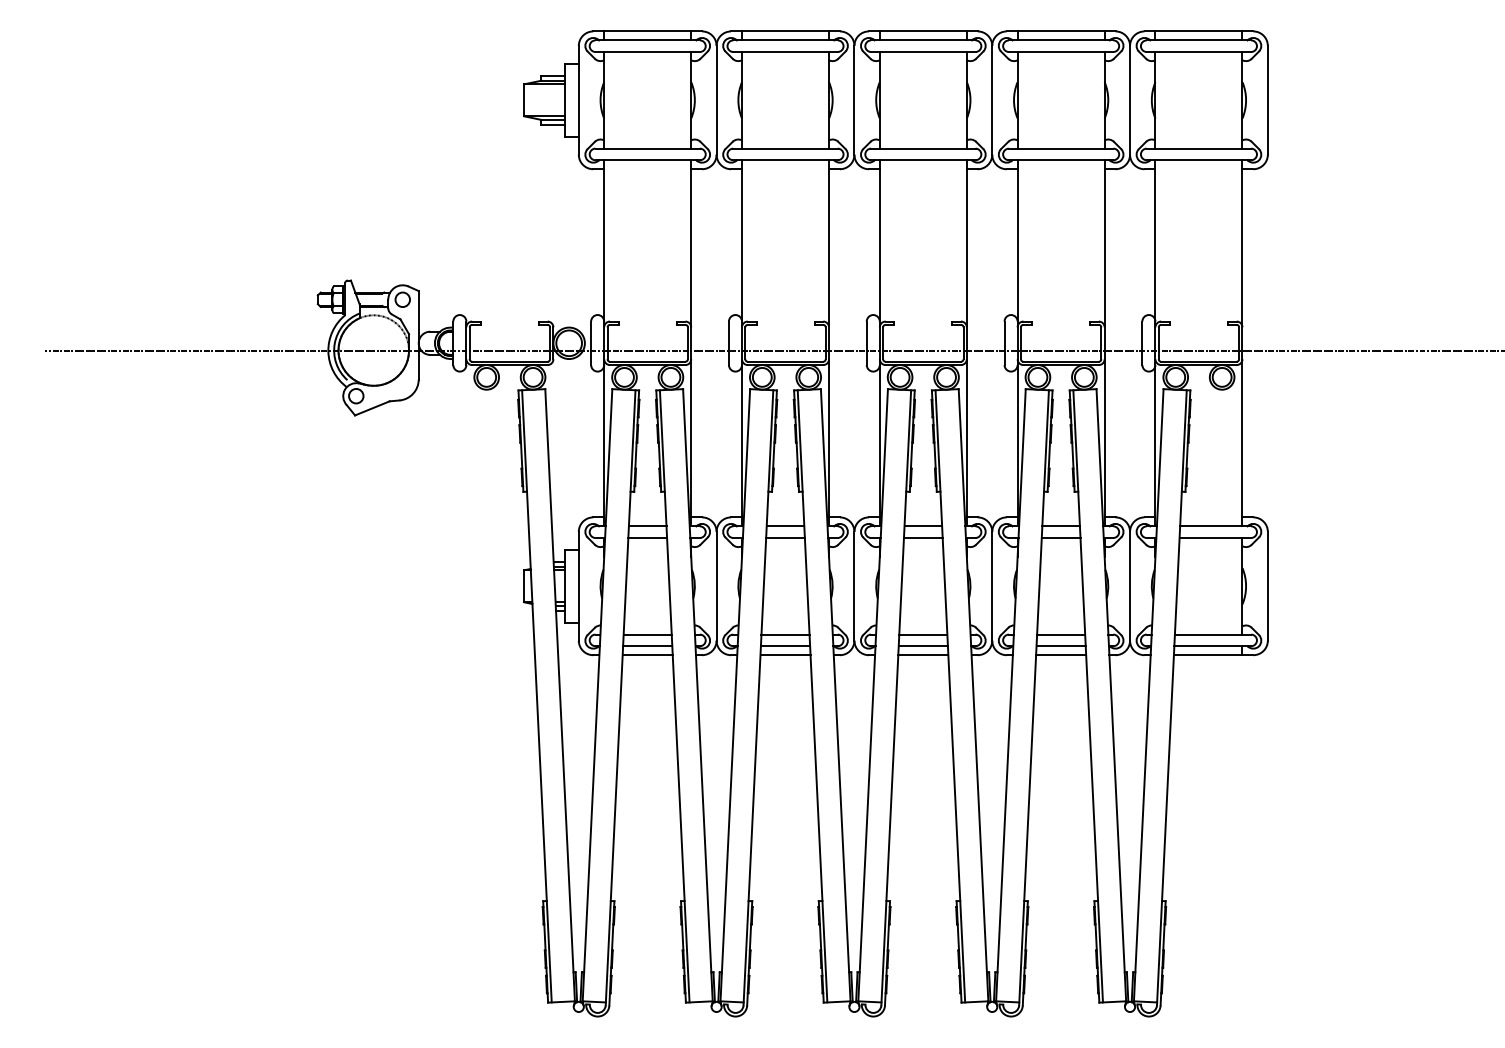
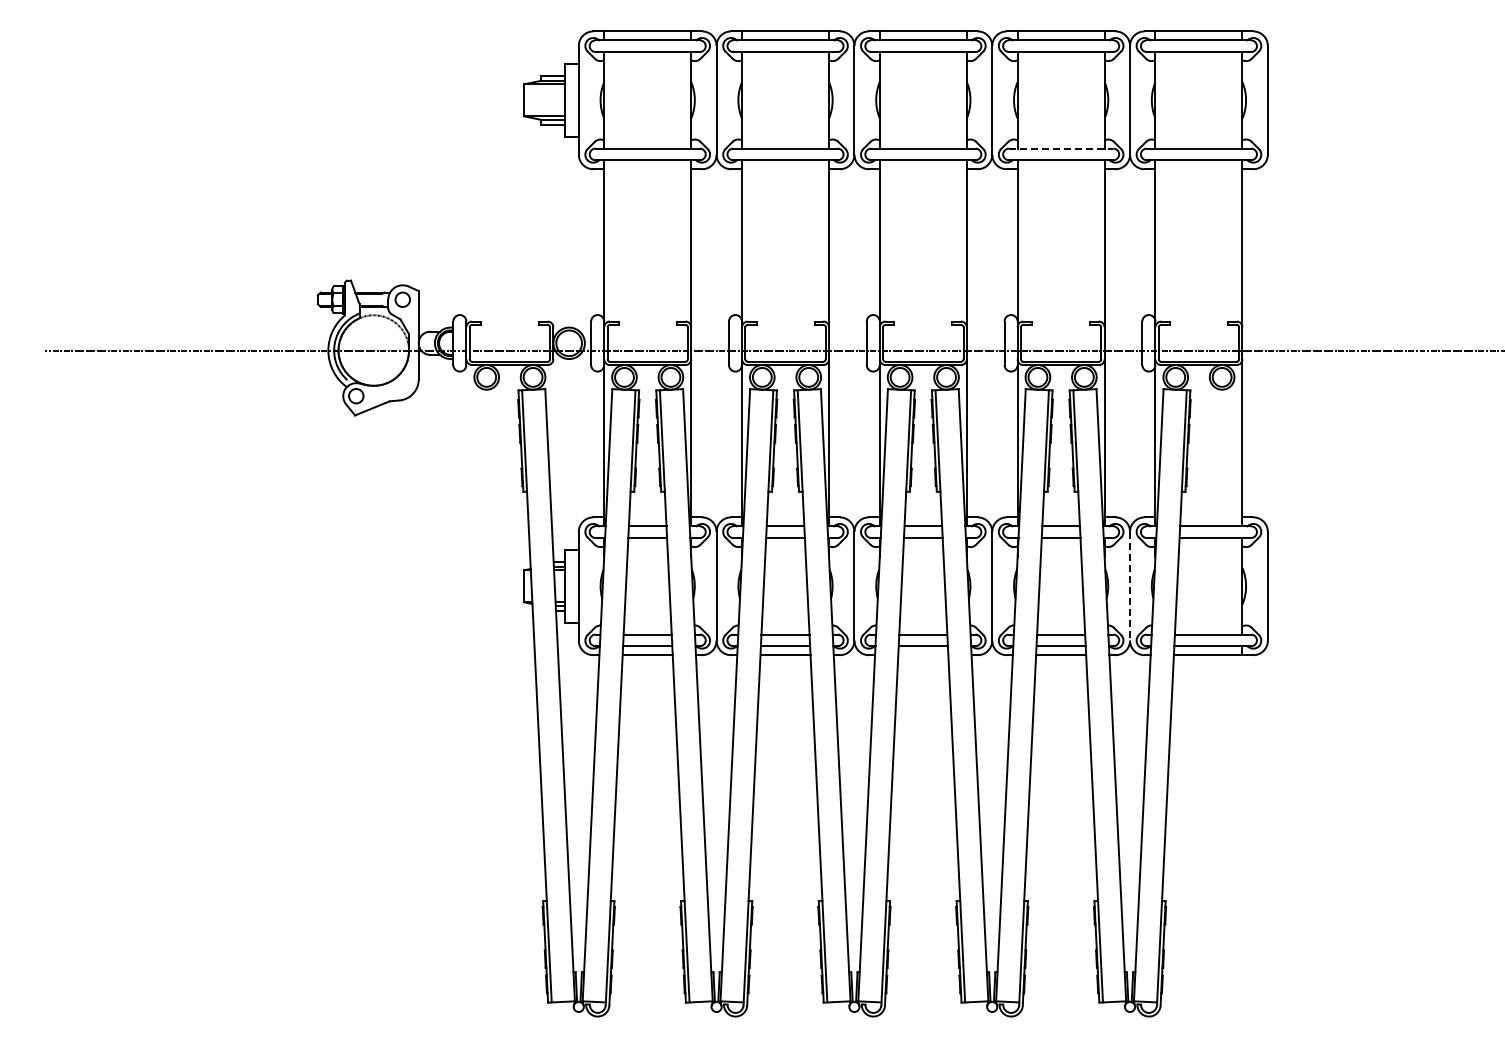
line at (1061, 148): solid -> dashed
line at (1130, 586): solid -> dashed
line at (923, 655): present -> none
